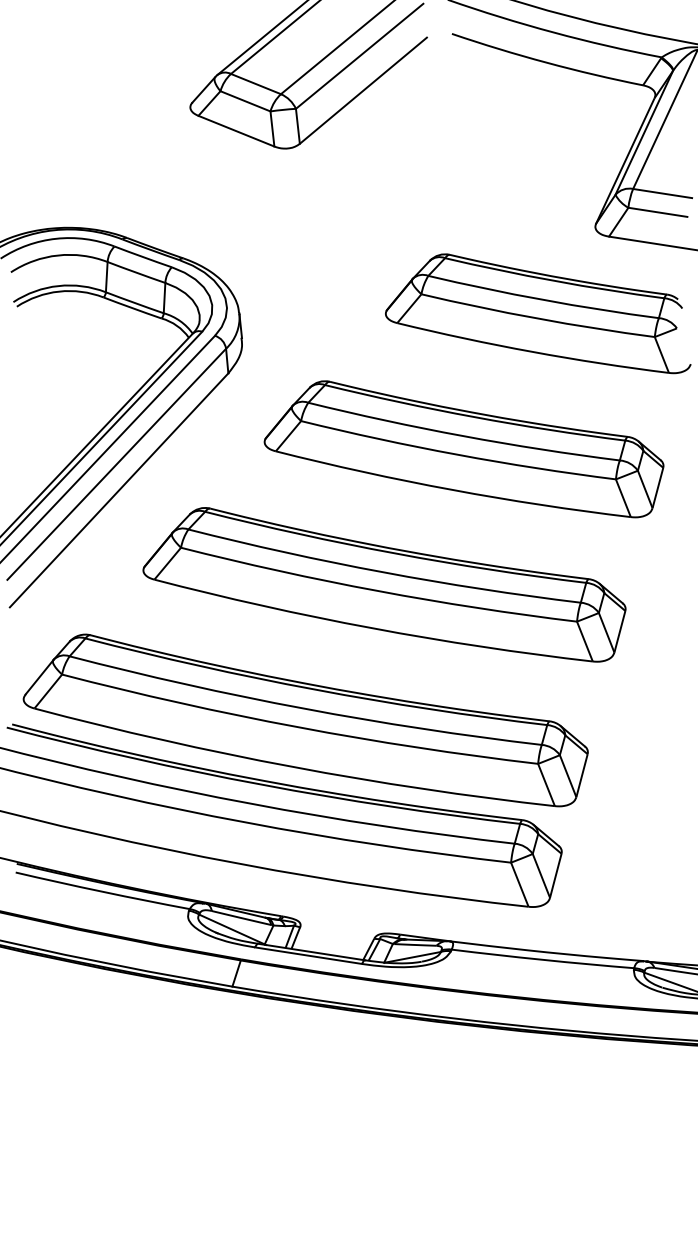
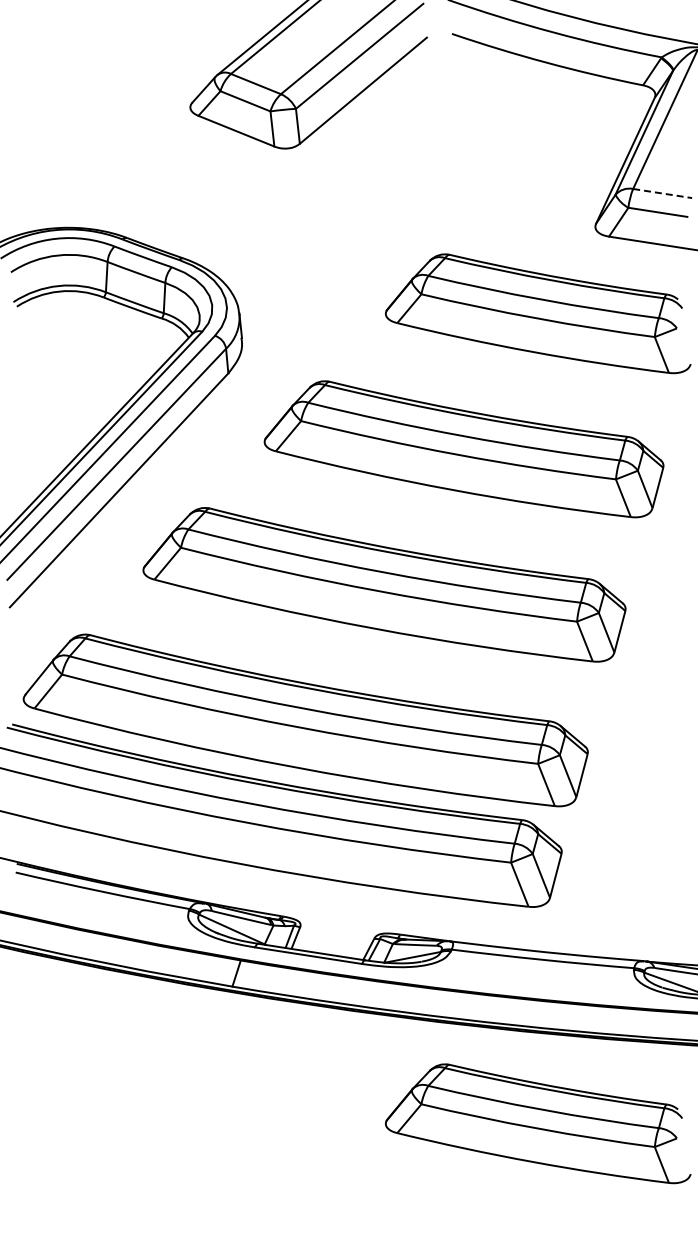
line at (662, 193): solid -> dashed
part at (538, 1123): none -> present
